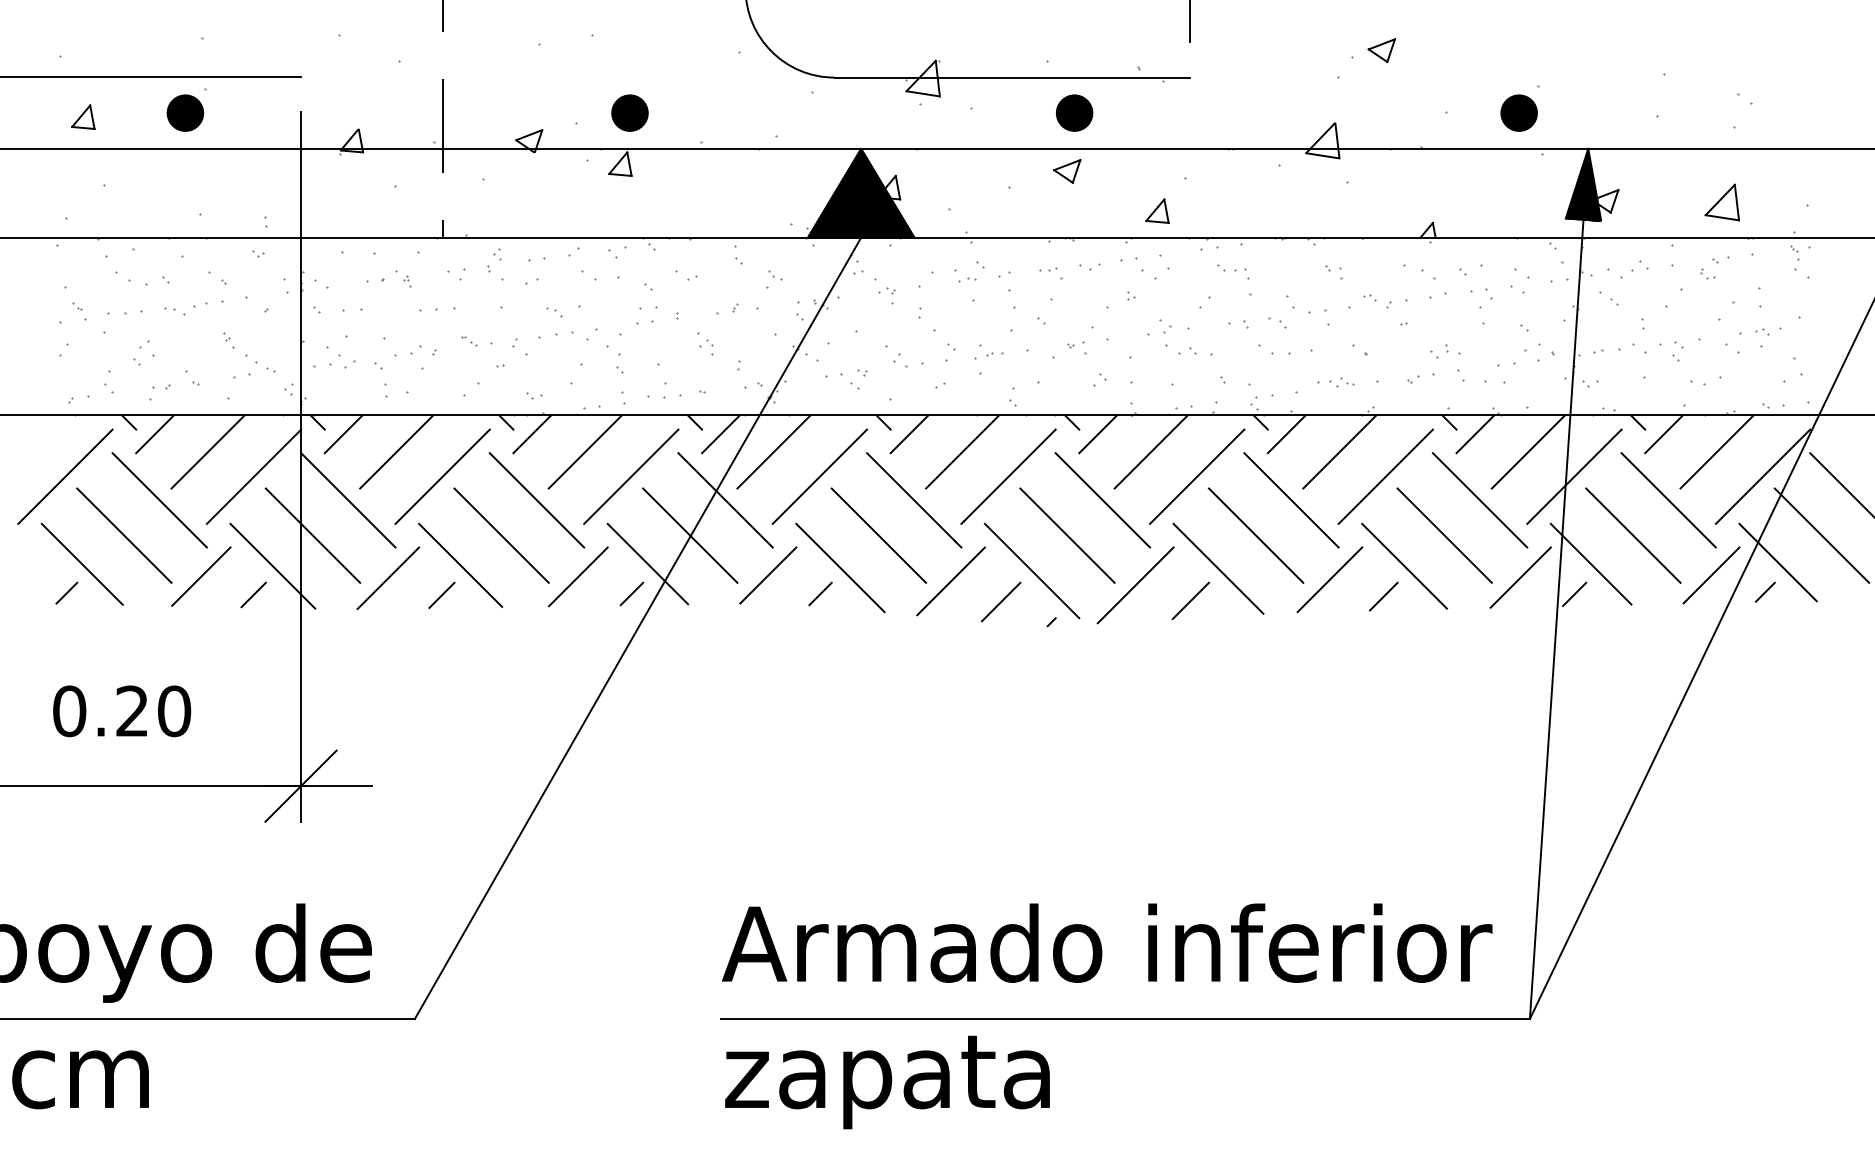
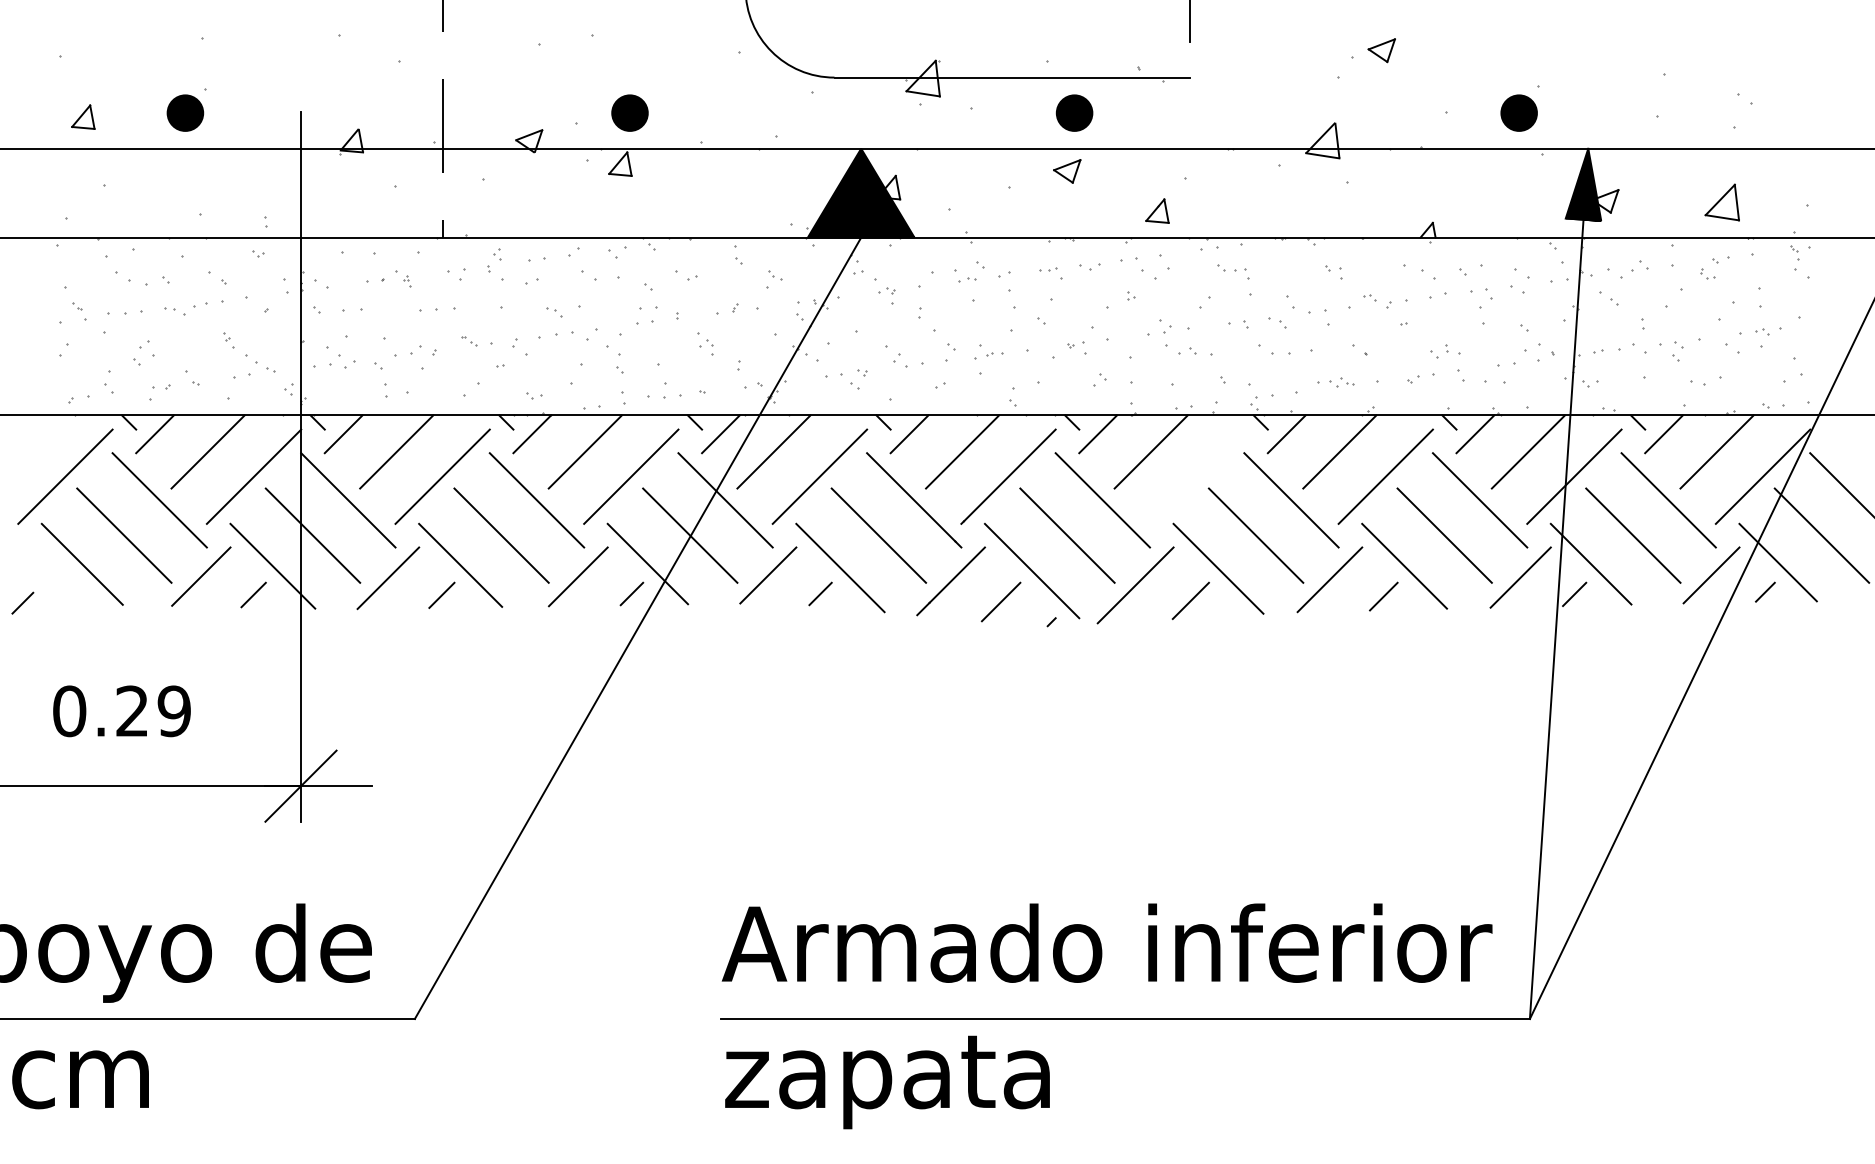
line at (151, 76): present -> none
line at (1196, 476): present -> none
line at (66, 592) position: (66, 592) -> (22, 602)
text at (174, 711): 0.20 -> 0.29
